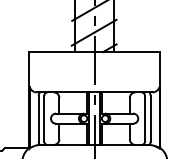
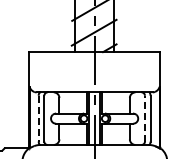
line at (38, 118): solid -> dashed
line at (144, 118): solid -> dashed
